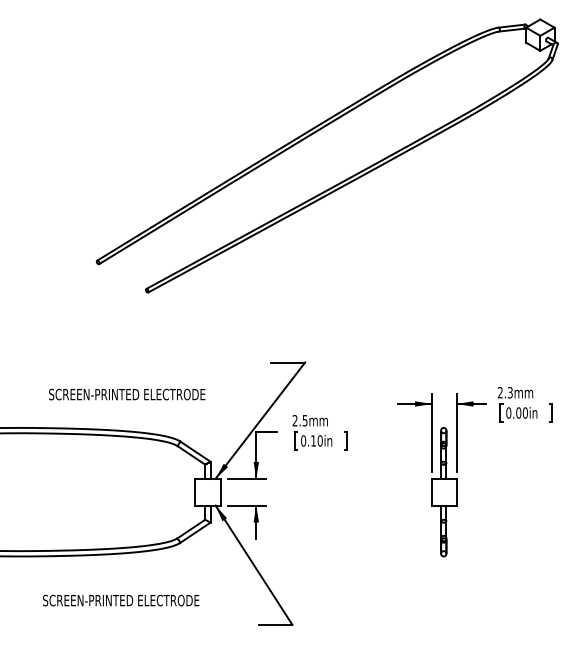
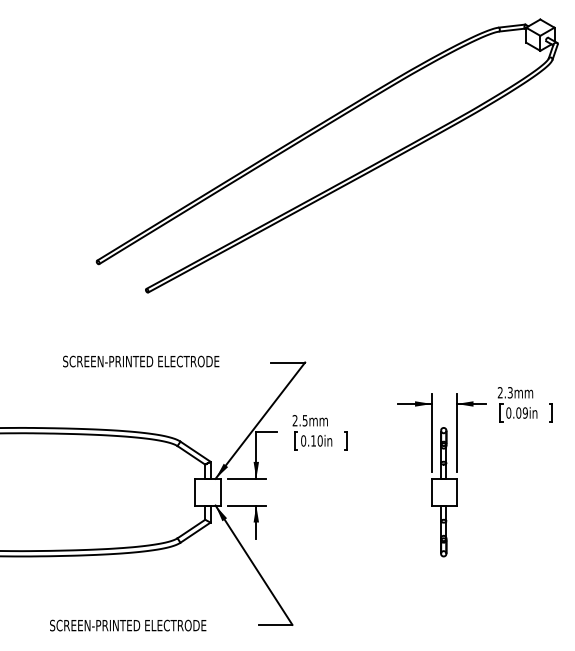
text at (127, 394) position: (127, 394) -> (141, 361)
text at (524, 412): 0.00in -> 0.09in
text at (121, 600) position: (121, 600) -> (128, 625)
